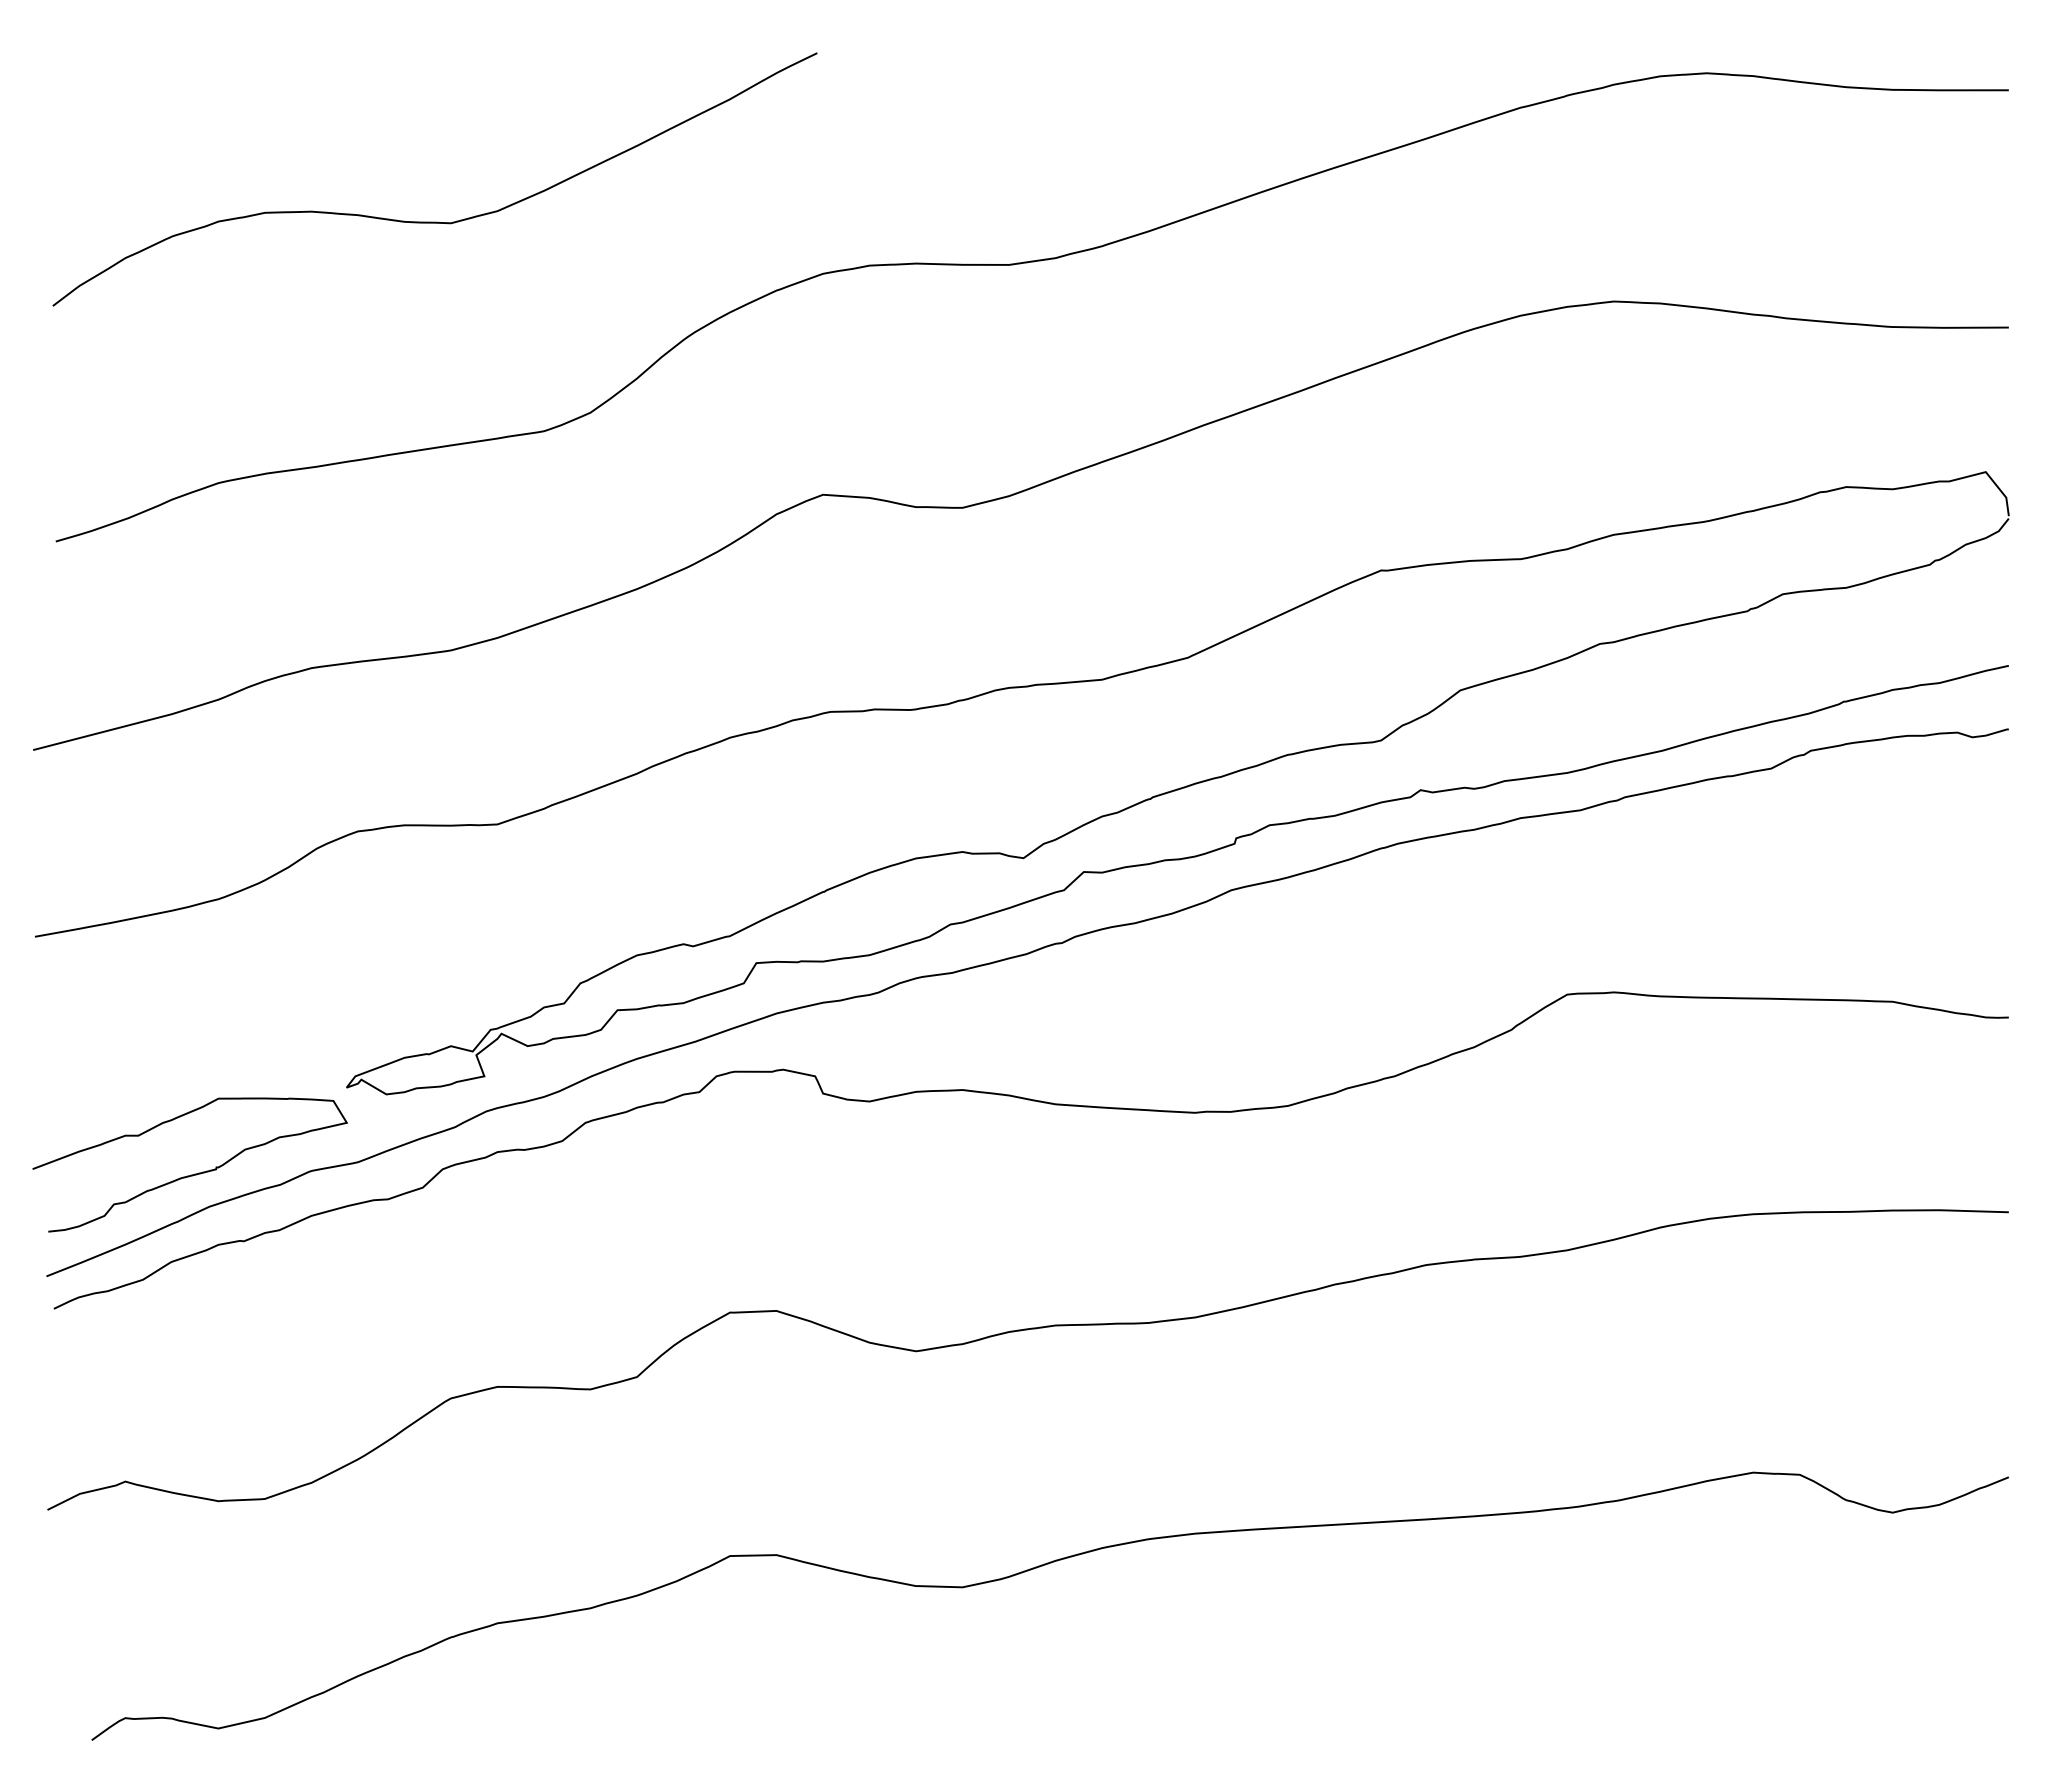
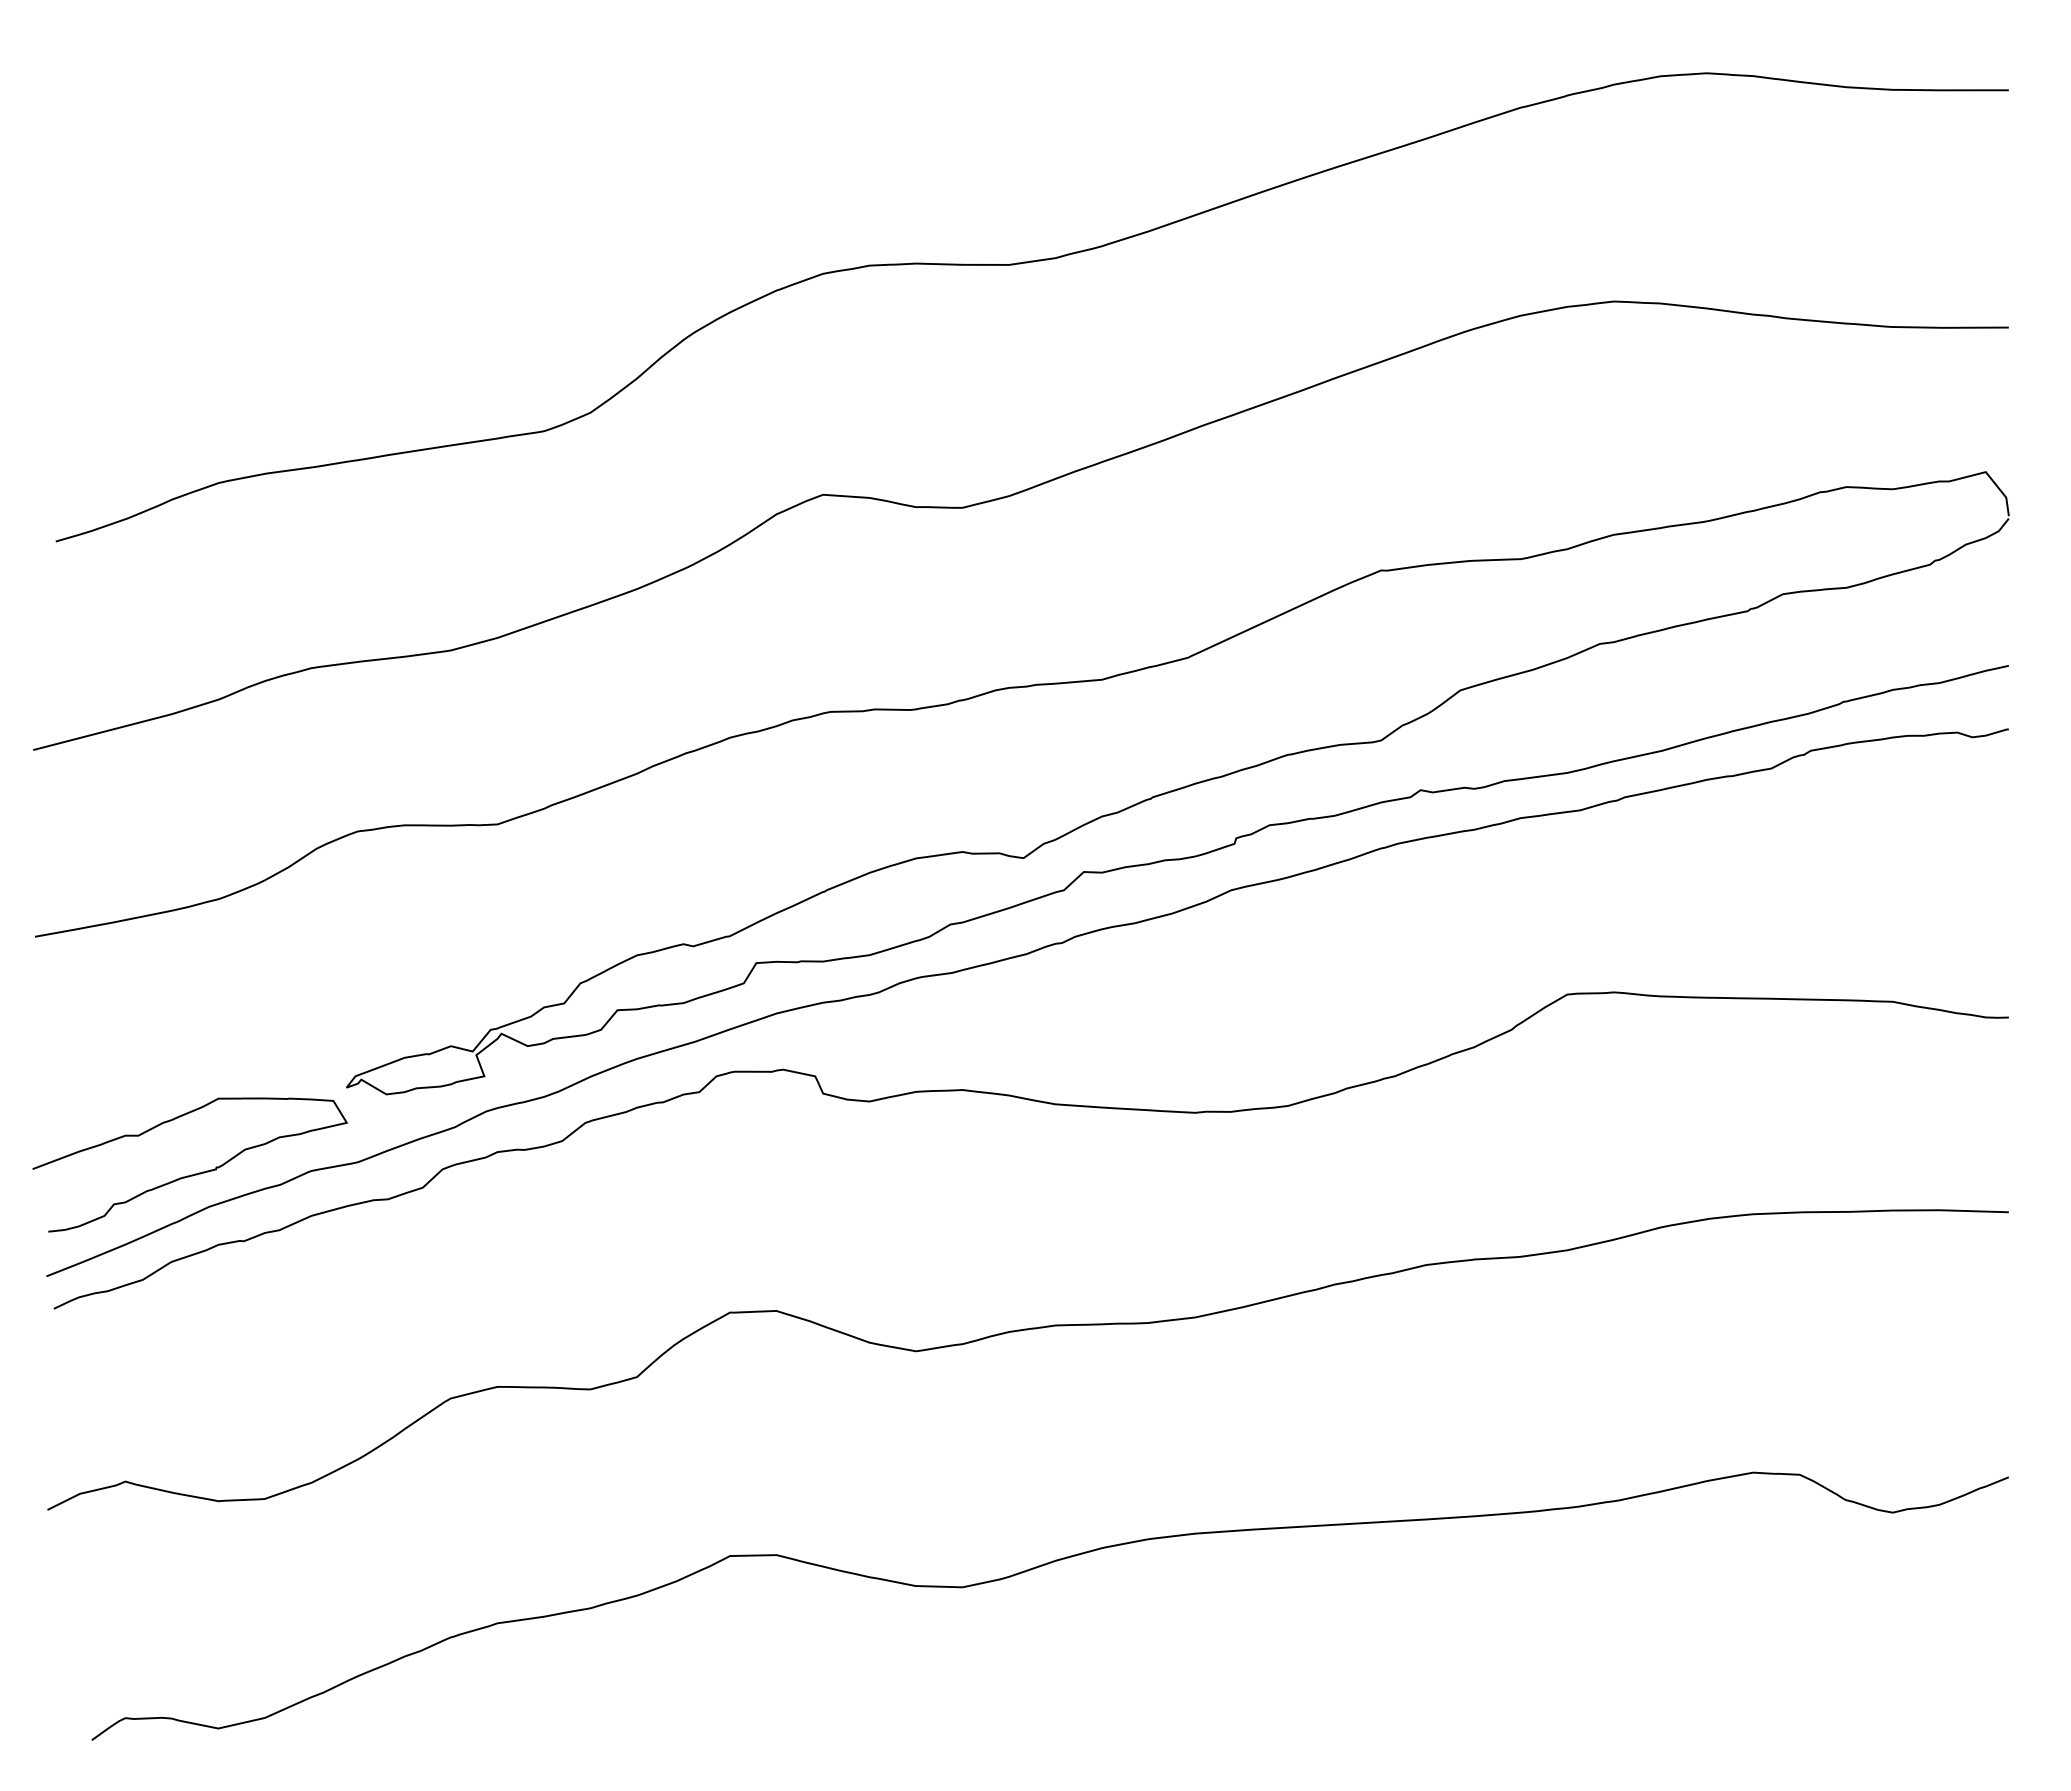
curve at (434, 221): present -> none
